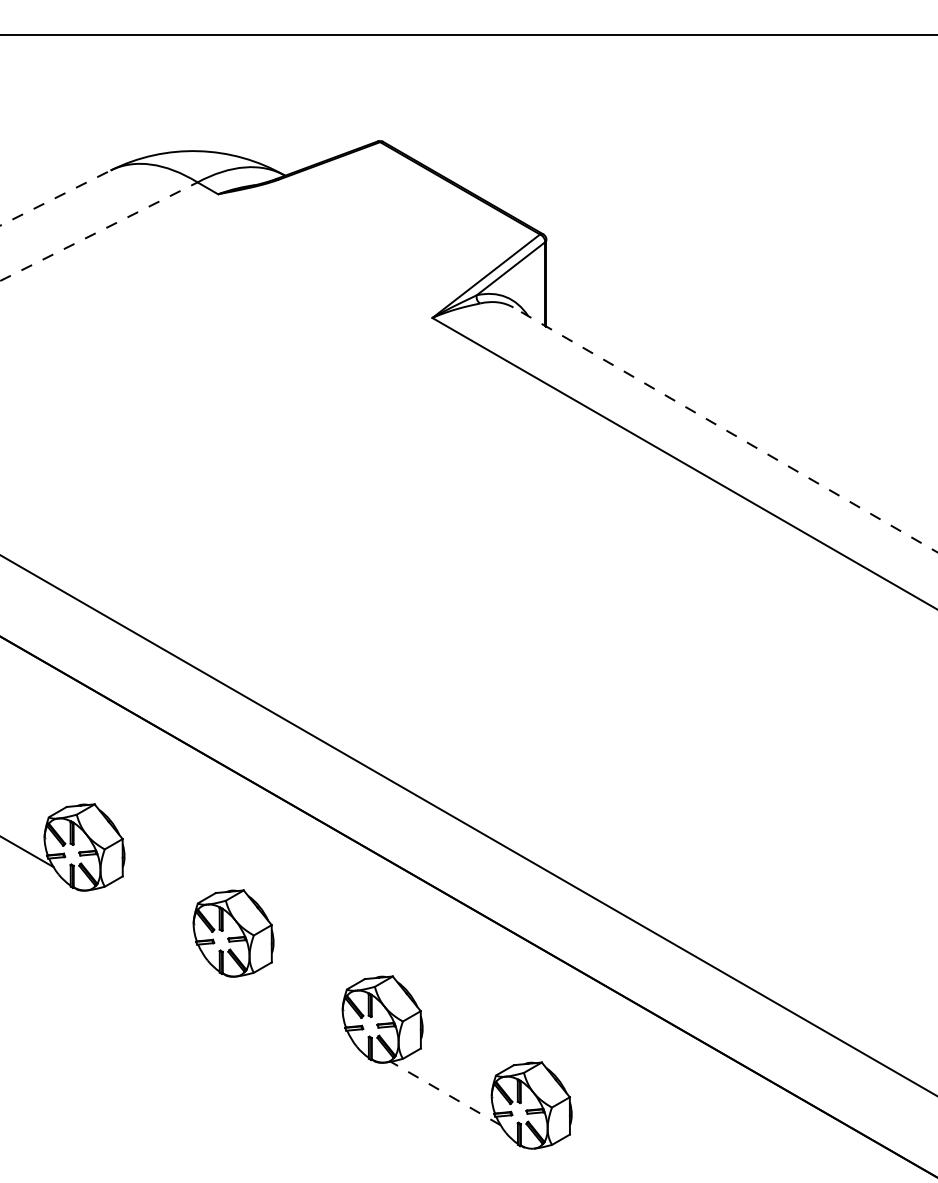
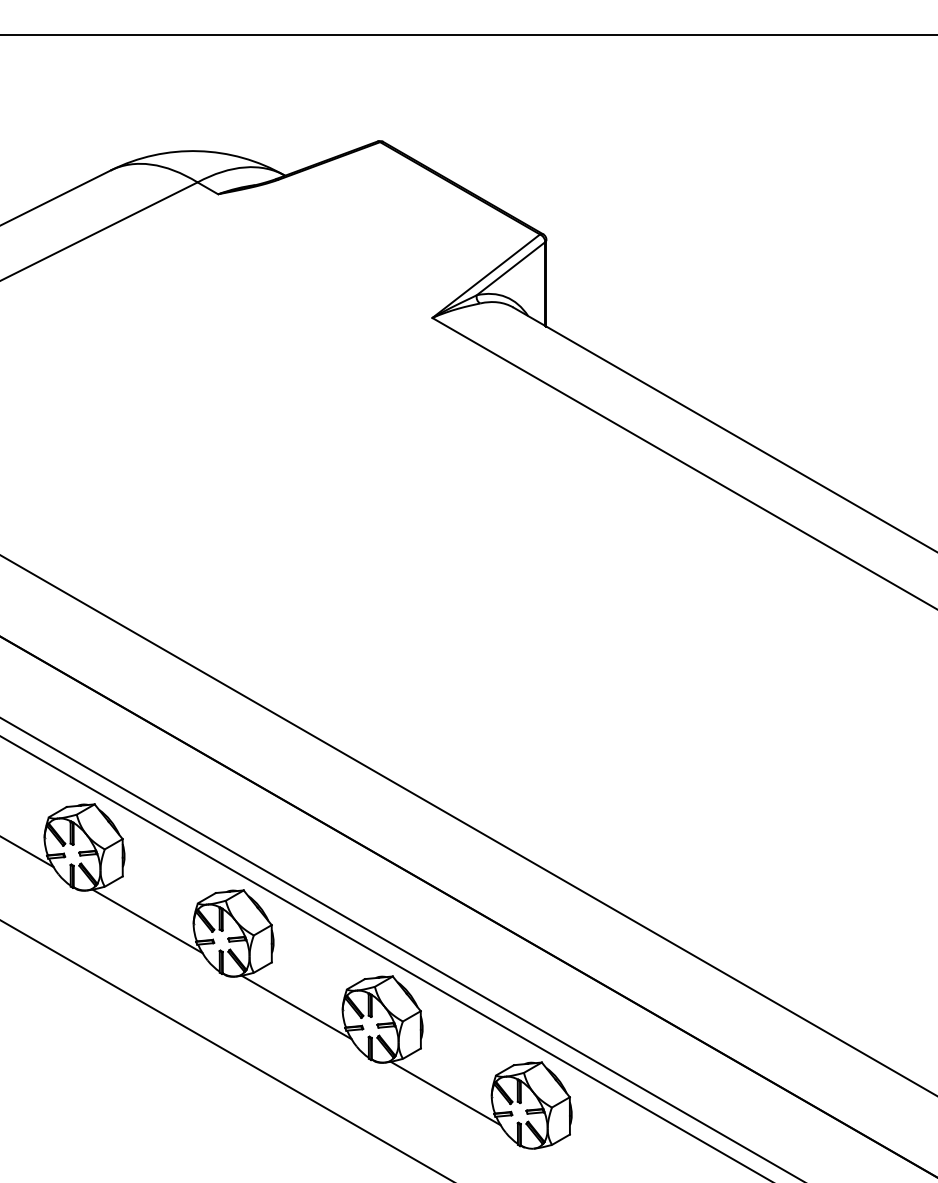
line at (56, 197): dashed -> solid
line at (99, 231): dashed -> solid
line at (725, 430): dashed -> solid
line at (147, 921): none -> present
line at (401, 948): none -> present
line at (385, 958): none -> present
line at (296, 1007): none -> present
line at (226, 1050): none -> present
line at (445, 1093): dashed -> solid
